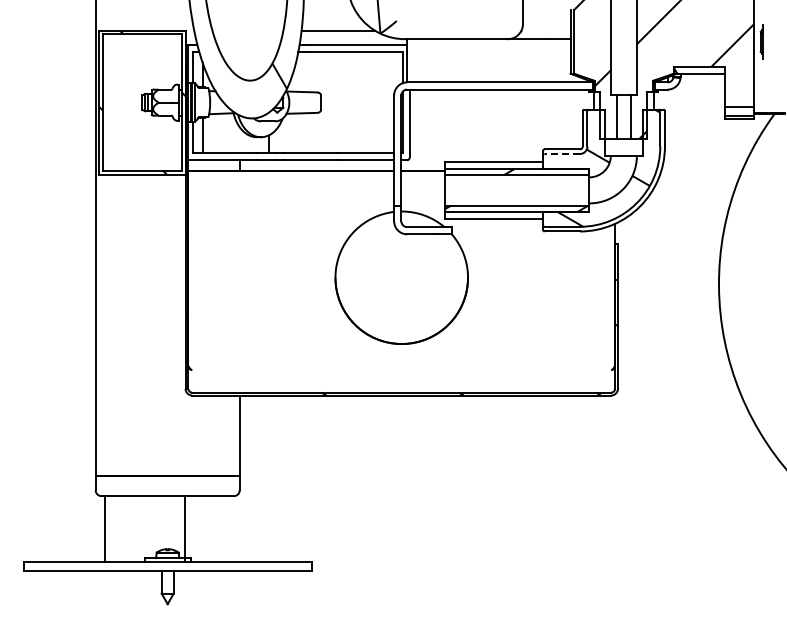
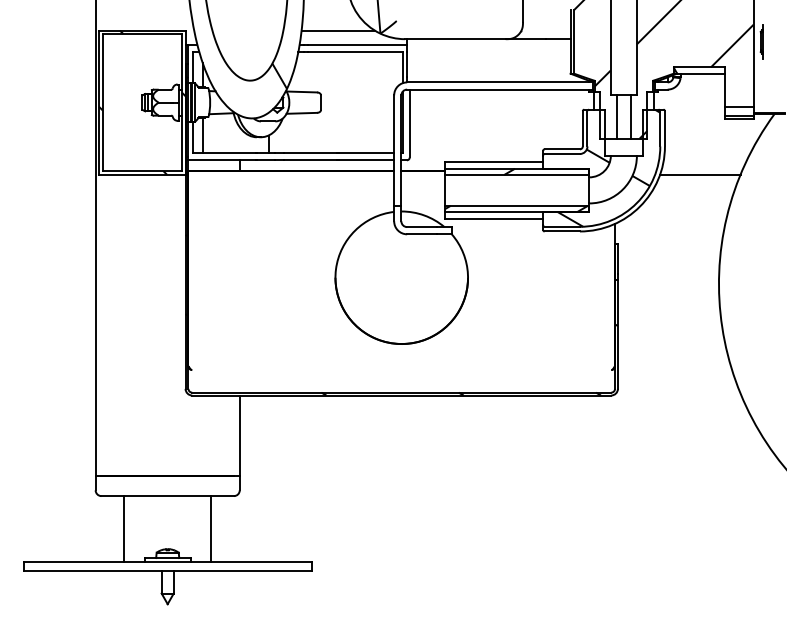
line at (562, 154): dashed -> solid
line at (700, 174): none -> present
line at (105, 529) position: (105, 529) -> (124, 529)
line at (184, 529) position: (184, 529) -> (210, 529)
